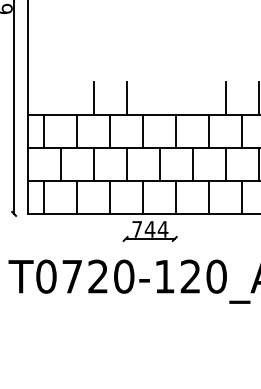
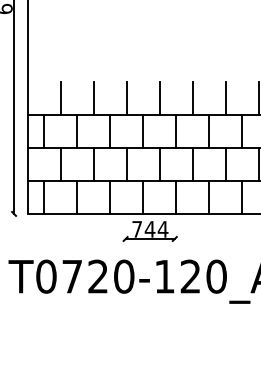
line at (60, 97): none -> present
line at (159, 97): none -> present
line at (192, 97): none -> present
